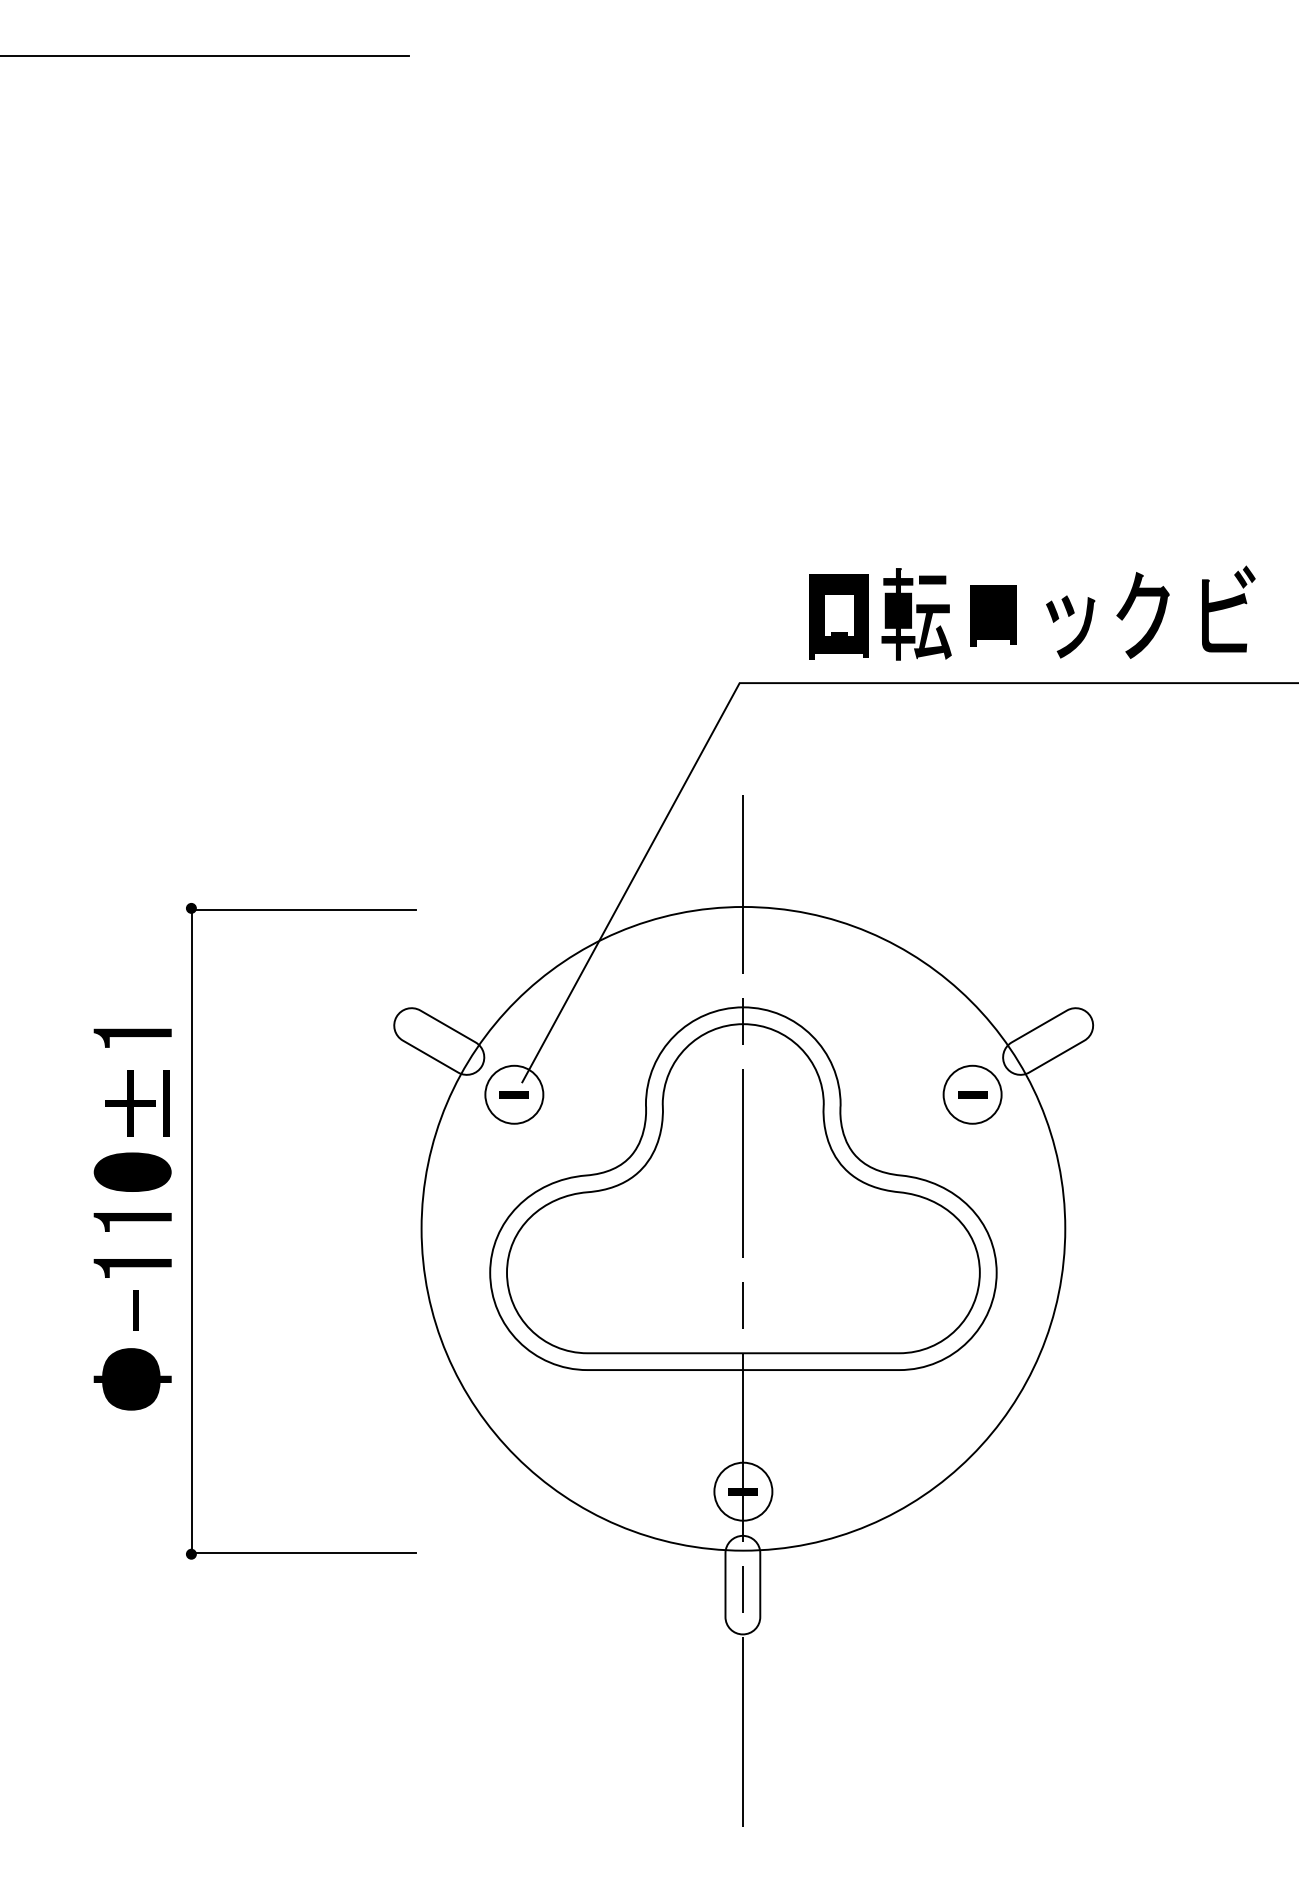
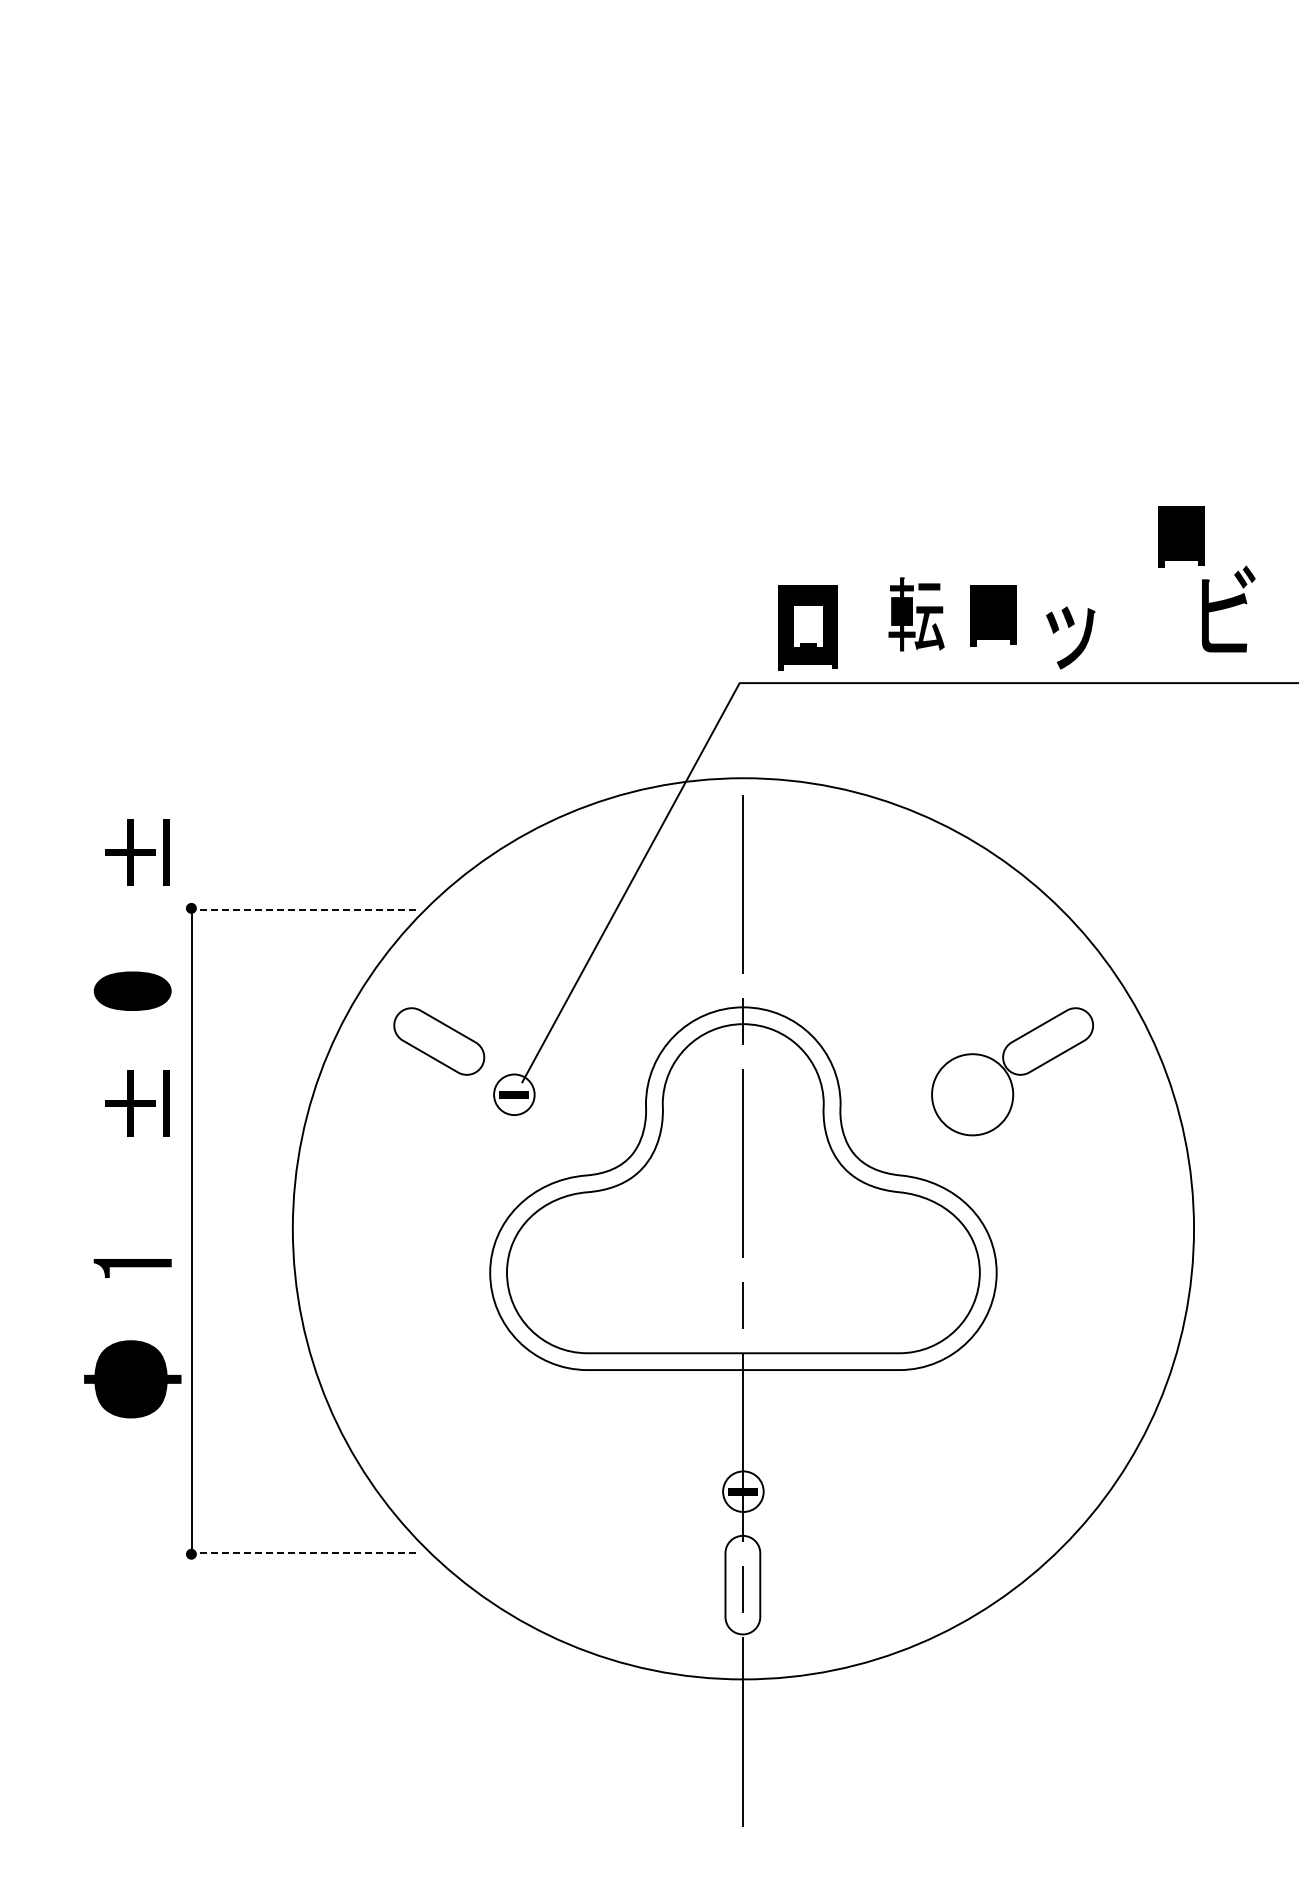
line at (205, 56): present -> none
part at (1181, 536): none -> present
part at (916, 614) size: 71x93 px -> 57x75 px
fill at (1142, 615): present -> none
part at (838, 616) position: (838, 616) -> (807, 627)
part at (1069, 616) position: (1069, 616) -> (1069, 627)
part at (137, 852): none -> present
line at (303, 909): solid -> dashed
fill at (132, 1037): present -> none
circle at (514, 1094) diameter: 58 px -> 41 px
circle at (972, 1094) diameter: 58 px -> 81 px
fill at (972, 1094): present -> none
part at (132, 1171) position: (132, 1171) -> (132, 990)
fill at (132, 1221): present -> none
circle at (743, 1228) diameter: 644 px -> 901 px
fill at (135, 1309): present -> none
part at (132, 1379) size: 79x63 px -> 98x79 px
circle at (743, 1491) diameter: 58 px -> 41 px
line at (303, 1553): solid -> dashed
